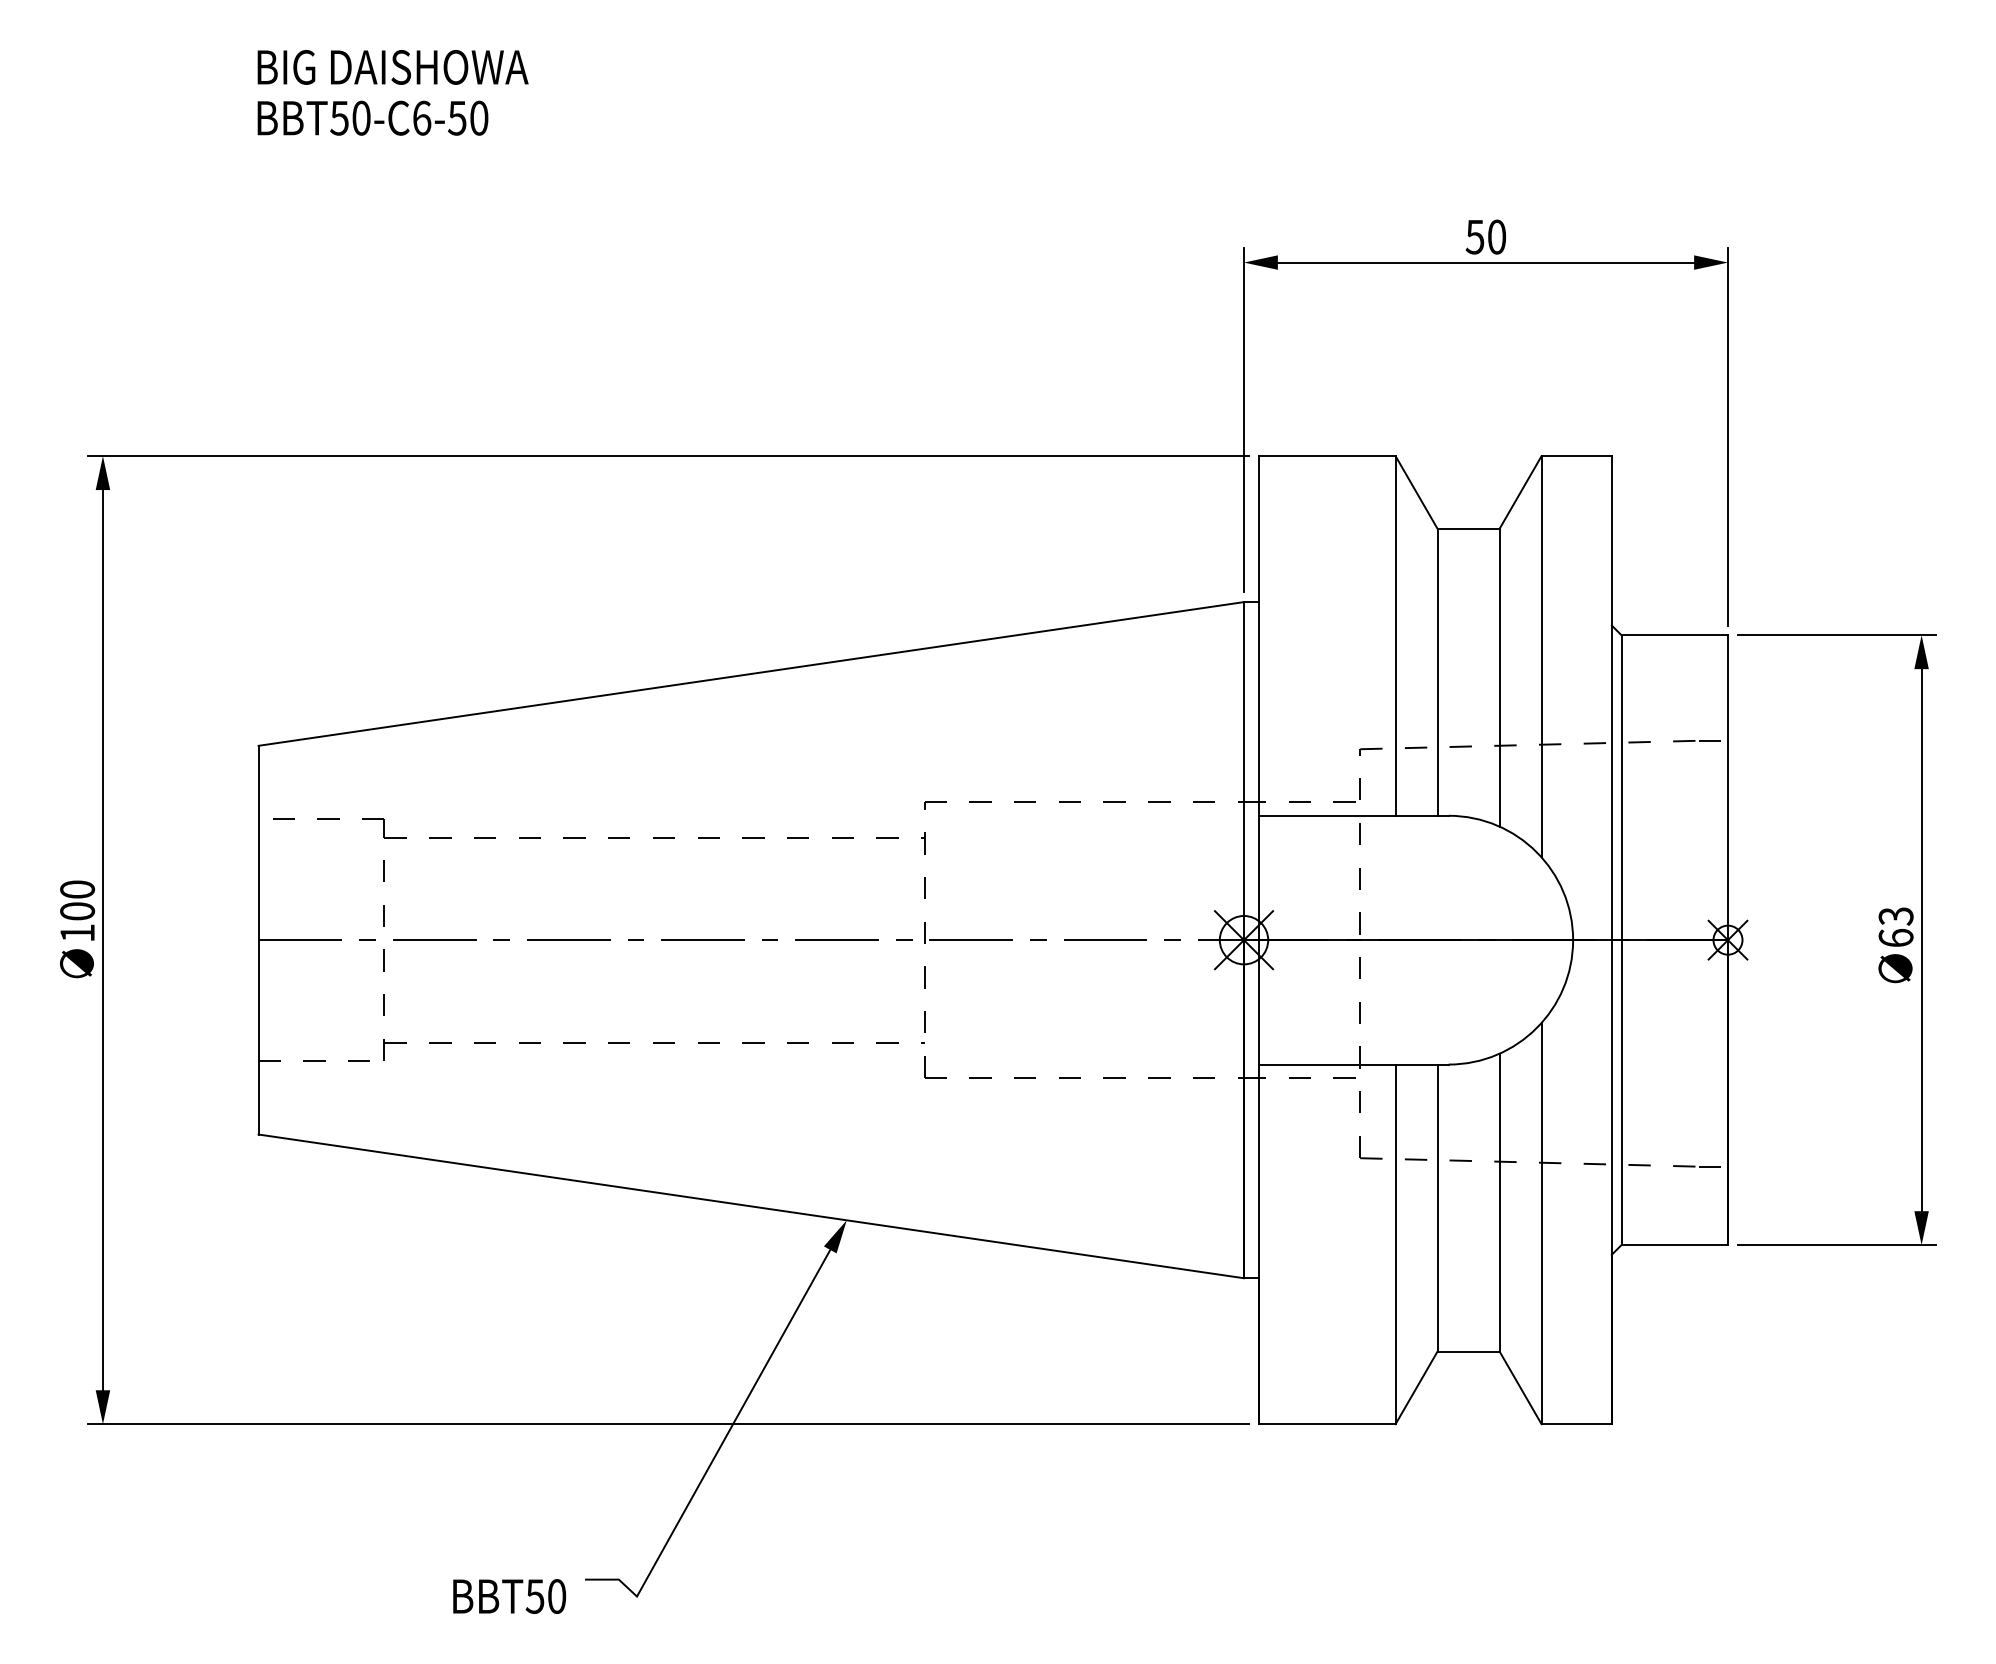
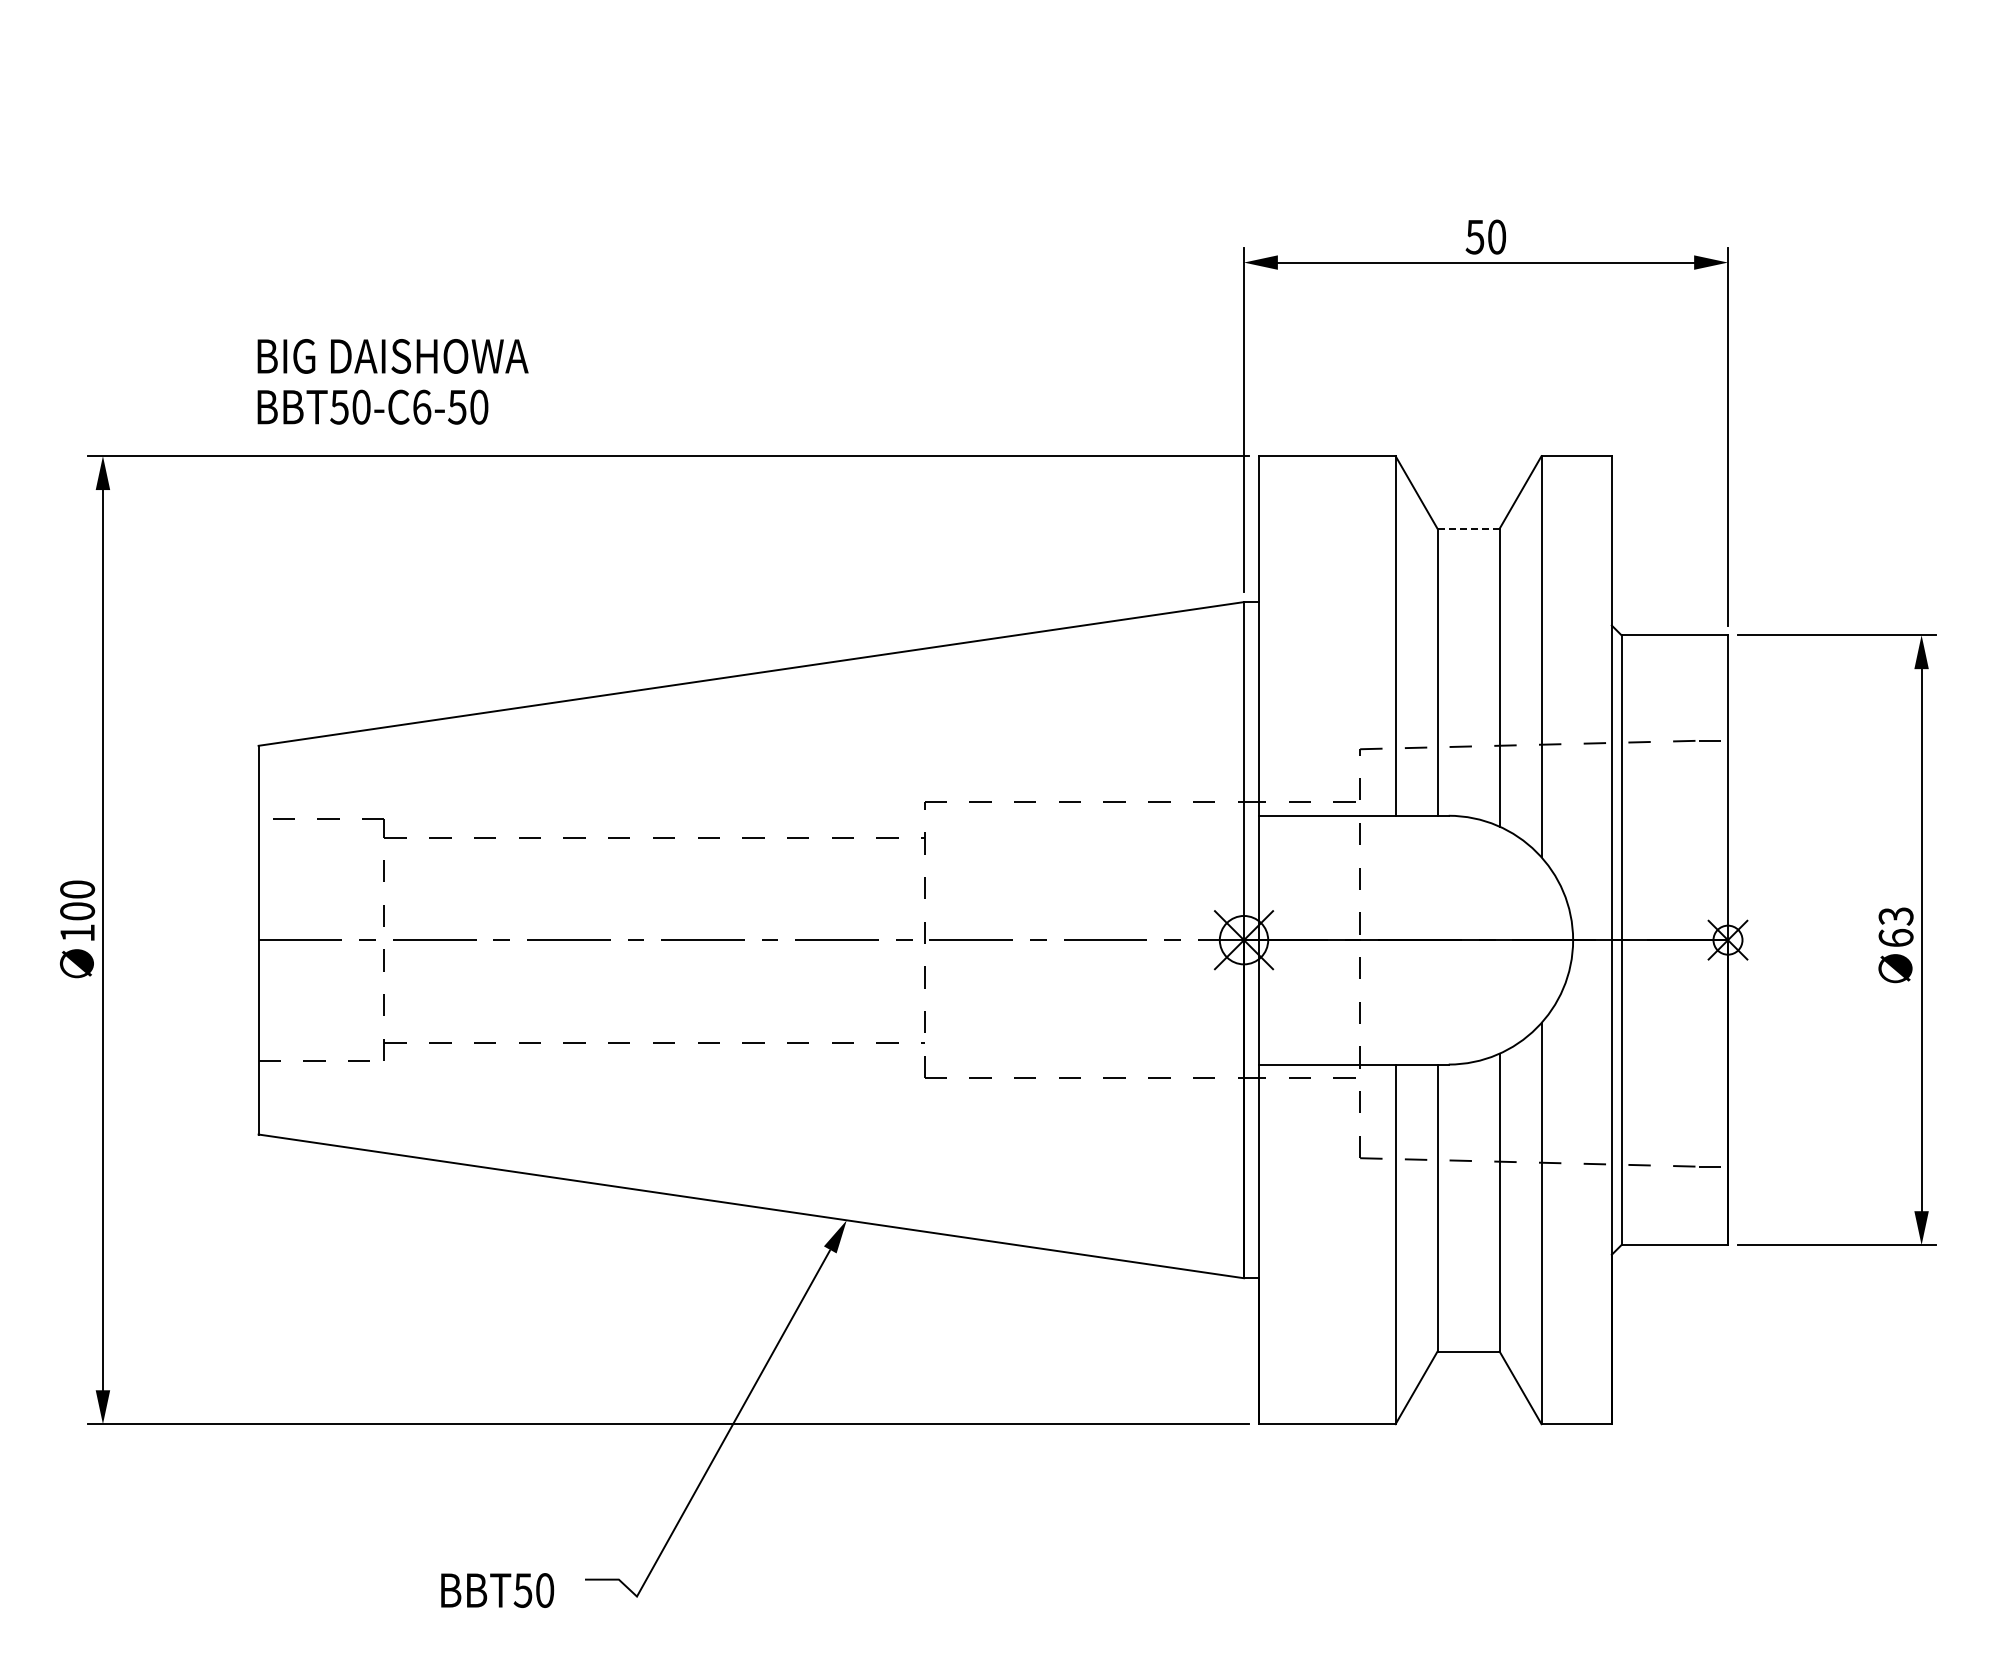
text at (392, 92) position: (392, 92) -> (392, 381)
line at (1469, 528): solid -> dashed
text at (509, 1596) position: (509, 1596) -> (497, 1590)
